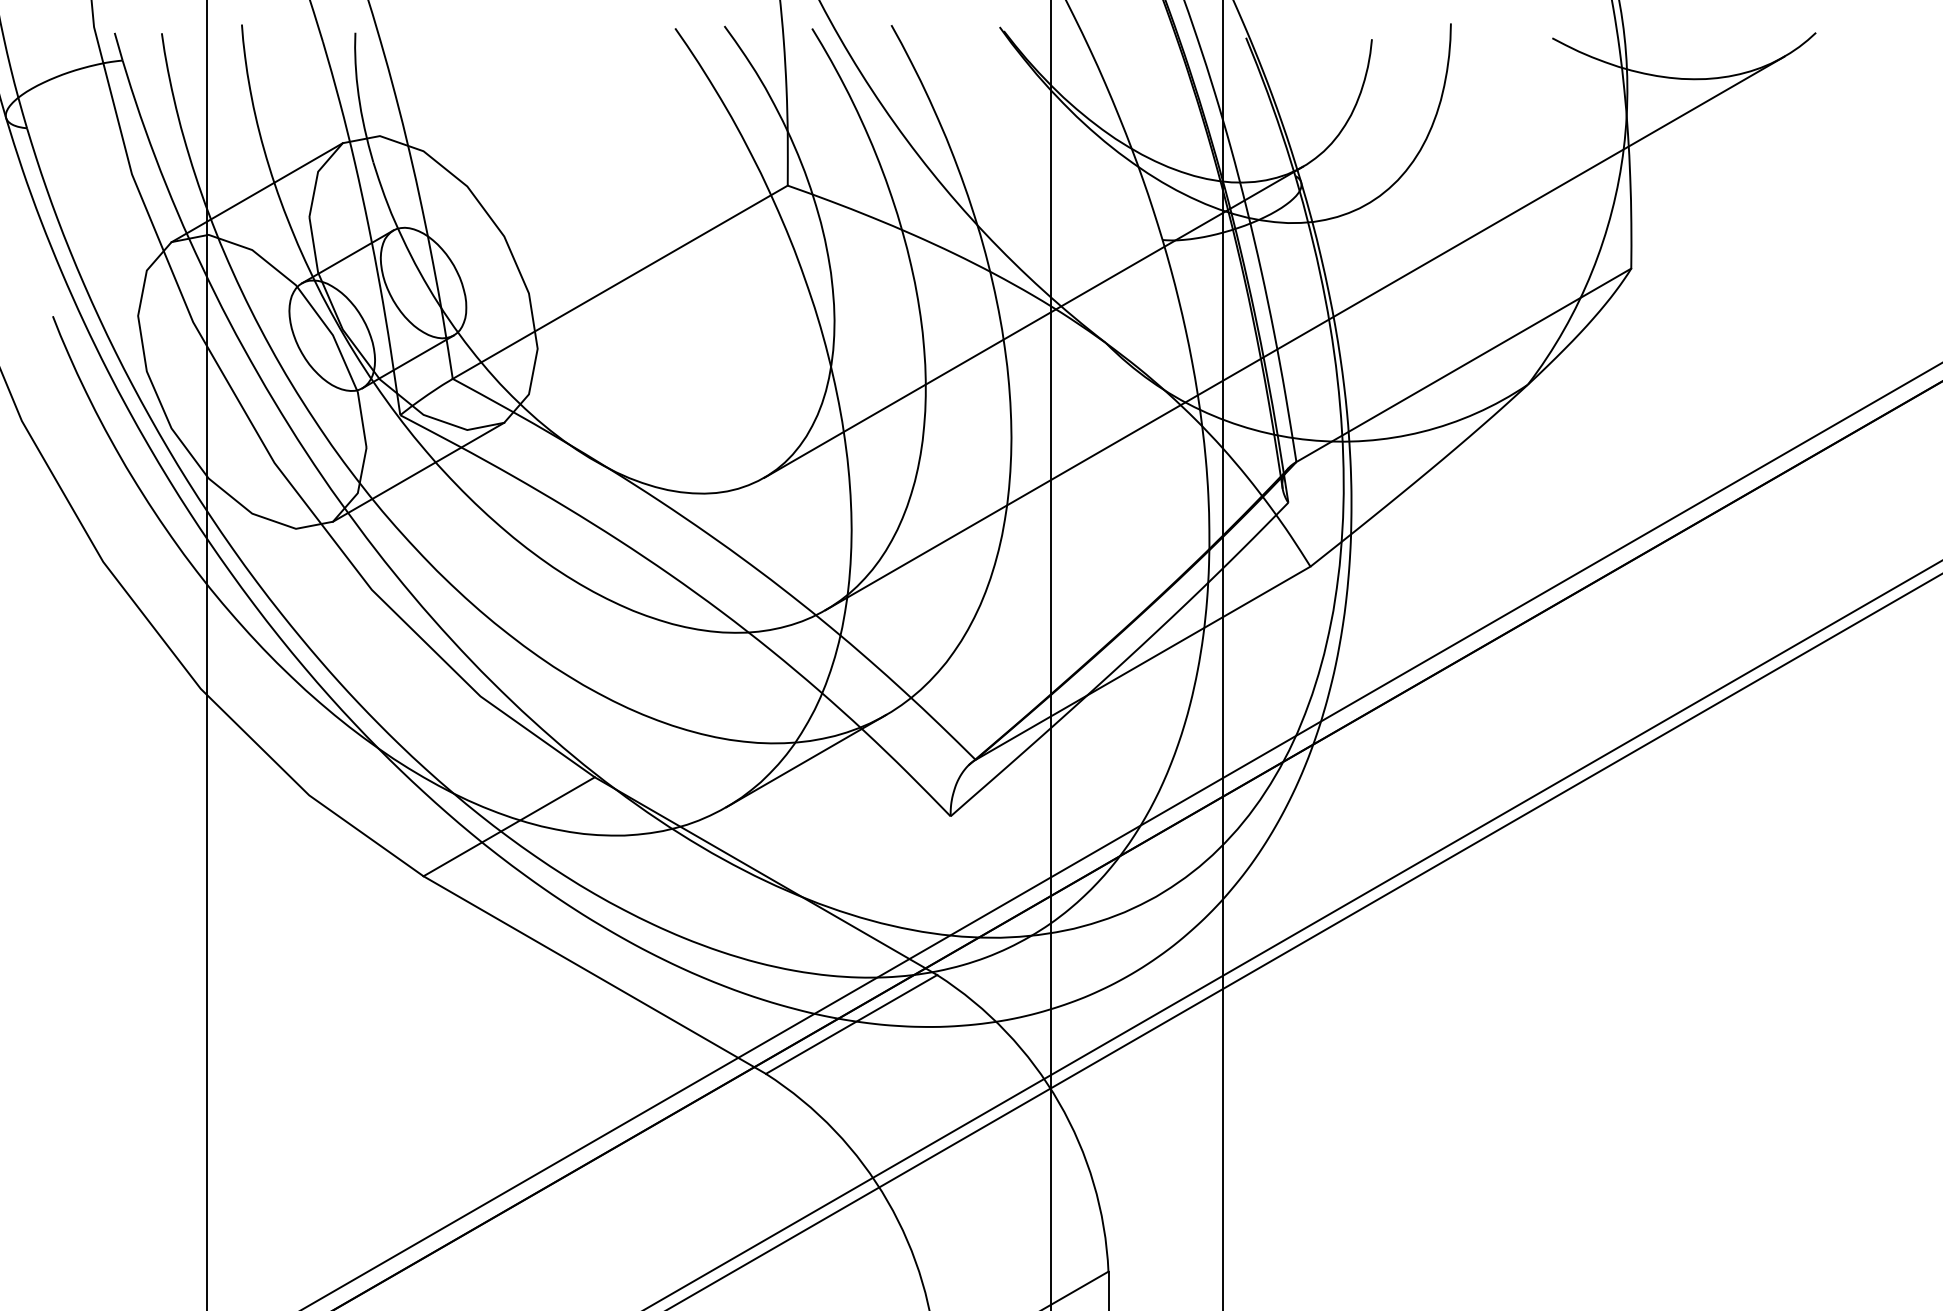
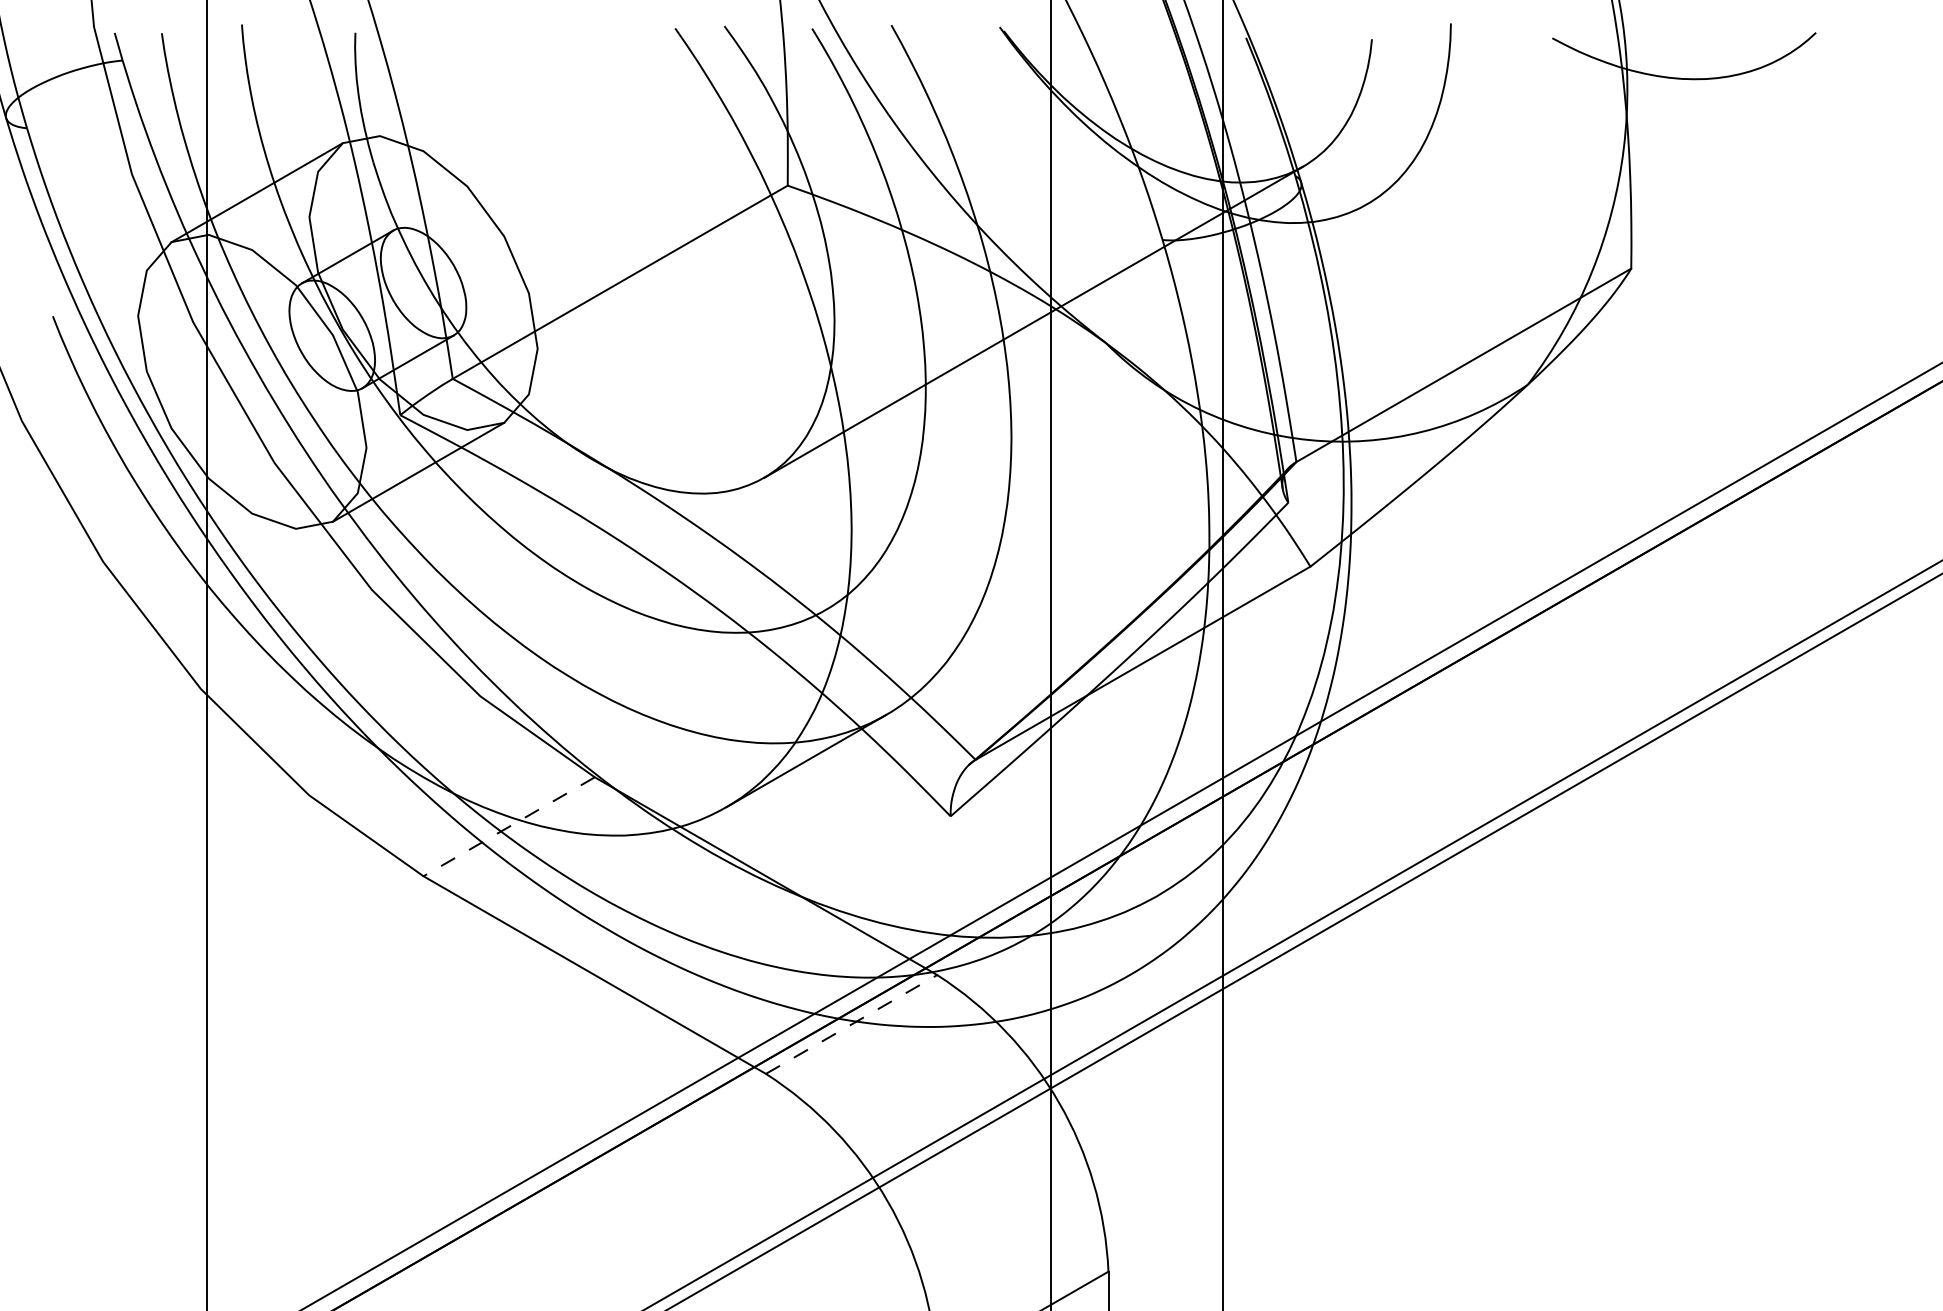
line at (1304, 333): present -> none
line at (509, 826): solid -> dashed
line at (851, 1024): solid -> dashed
